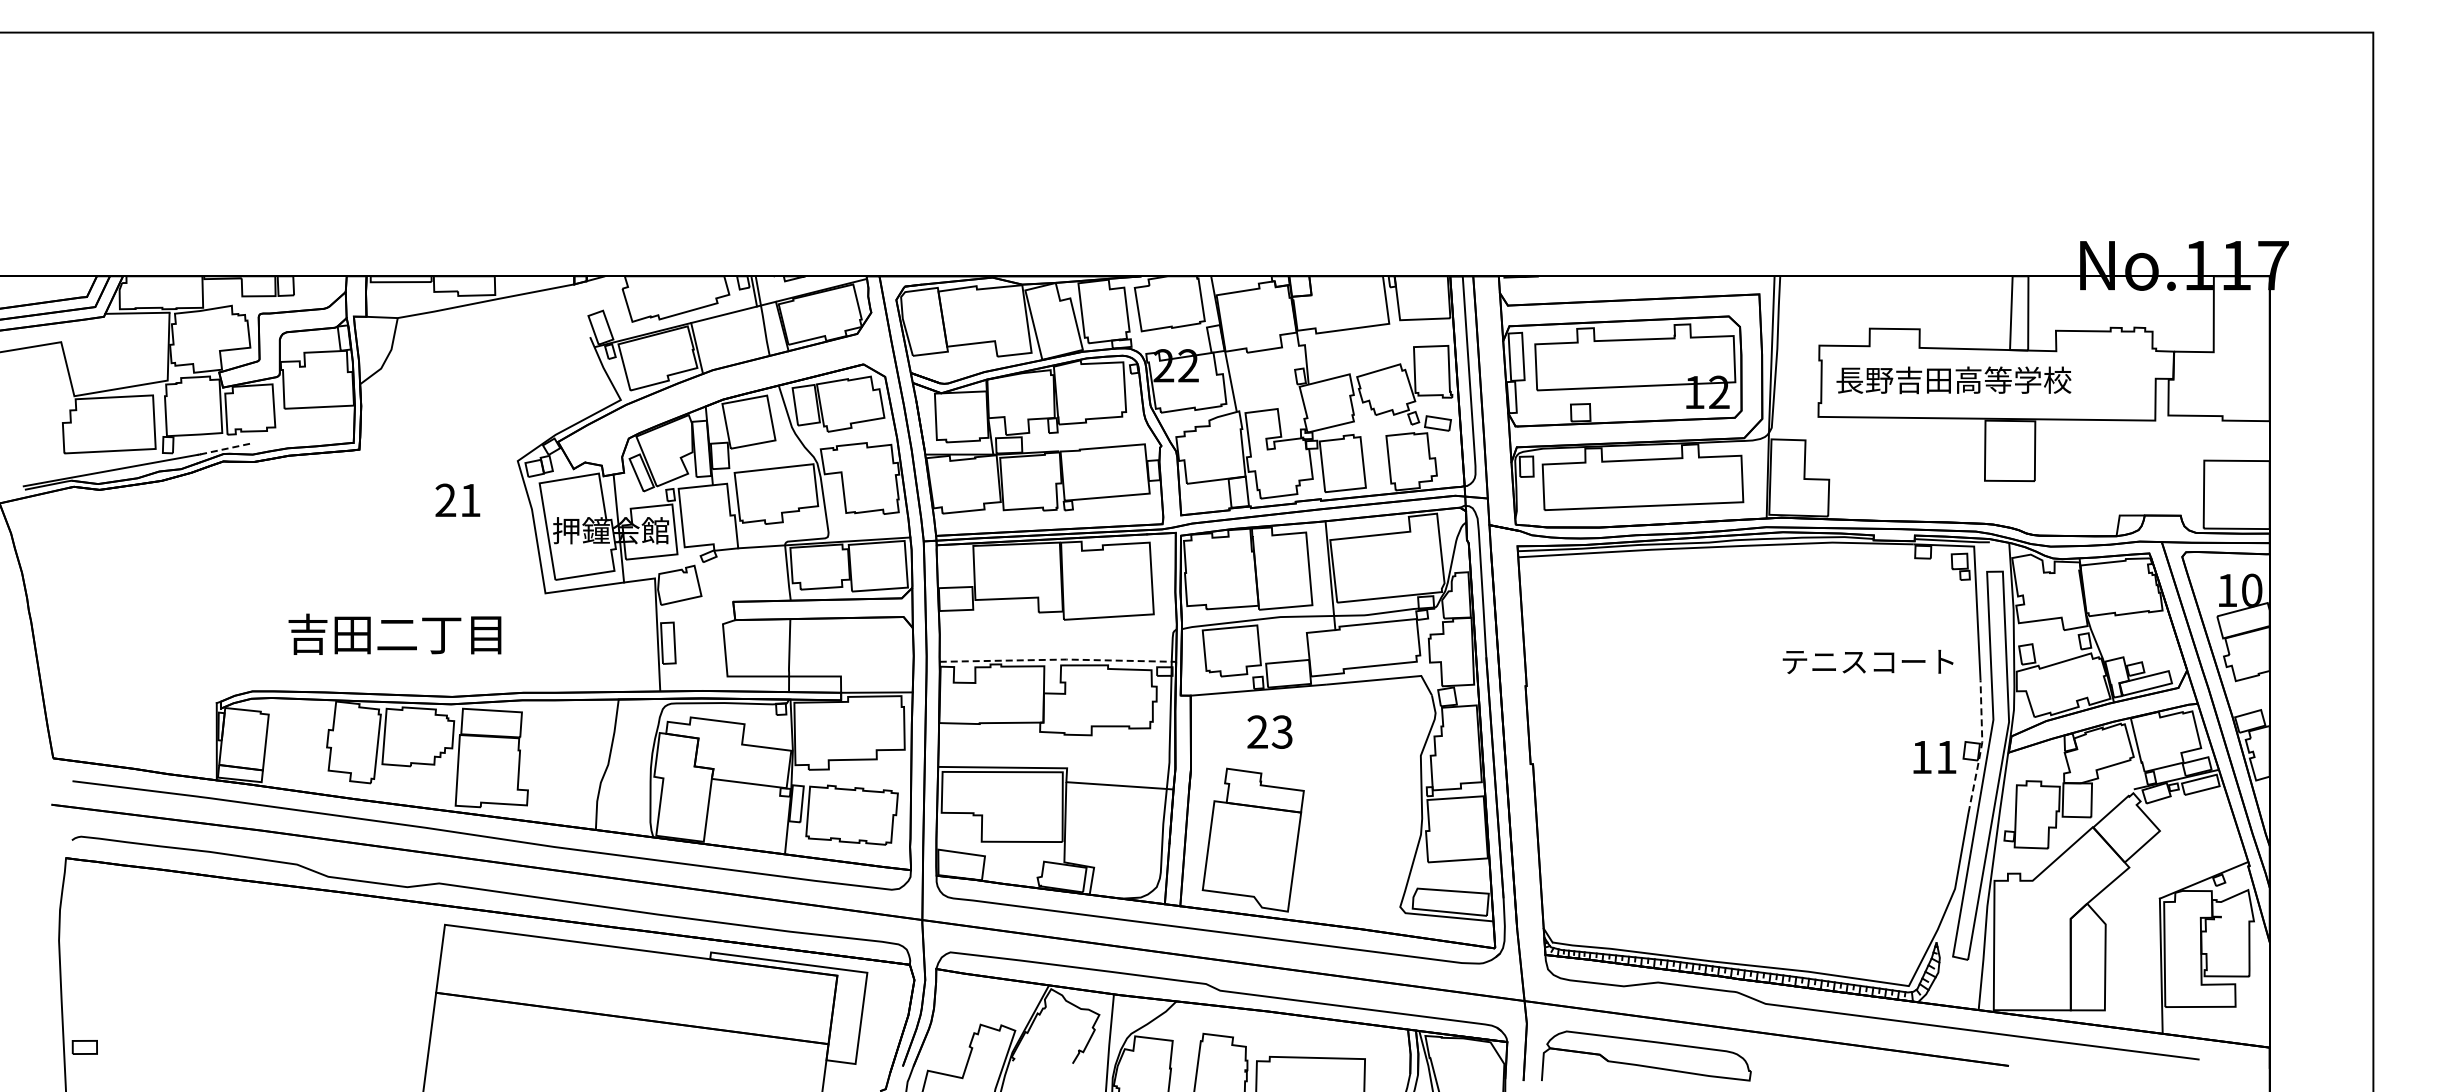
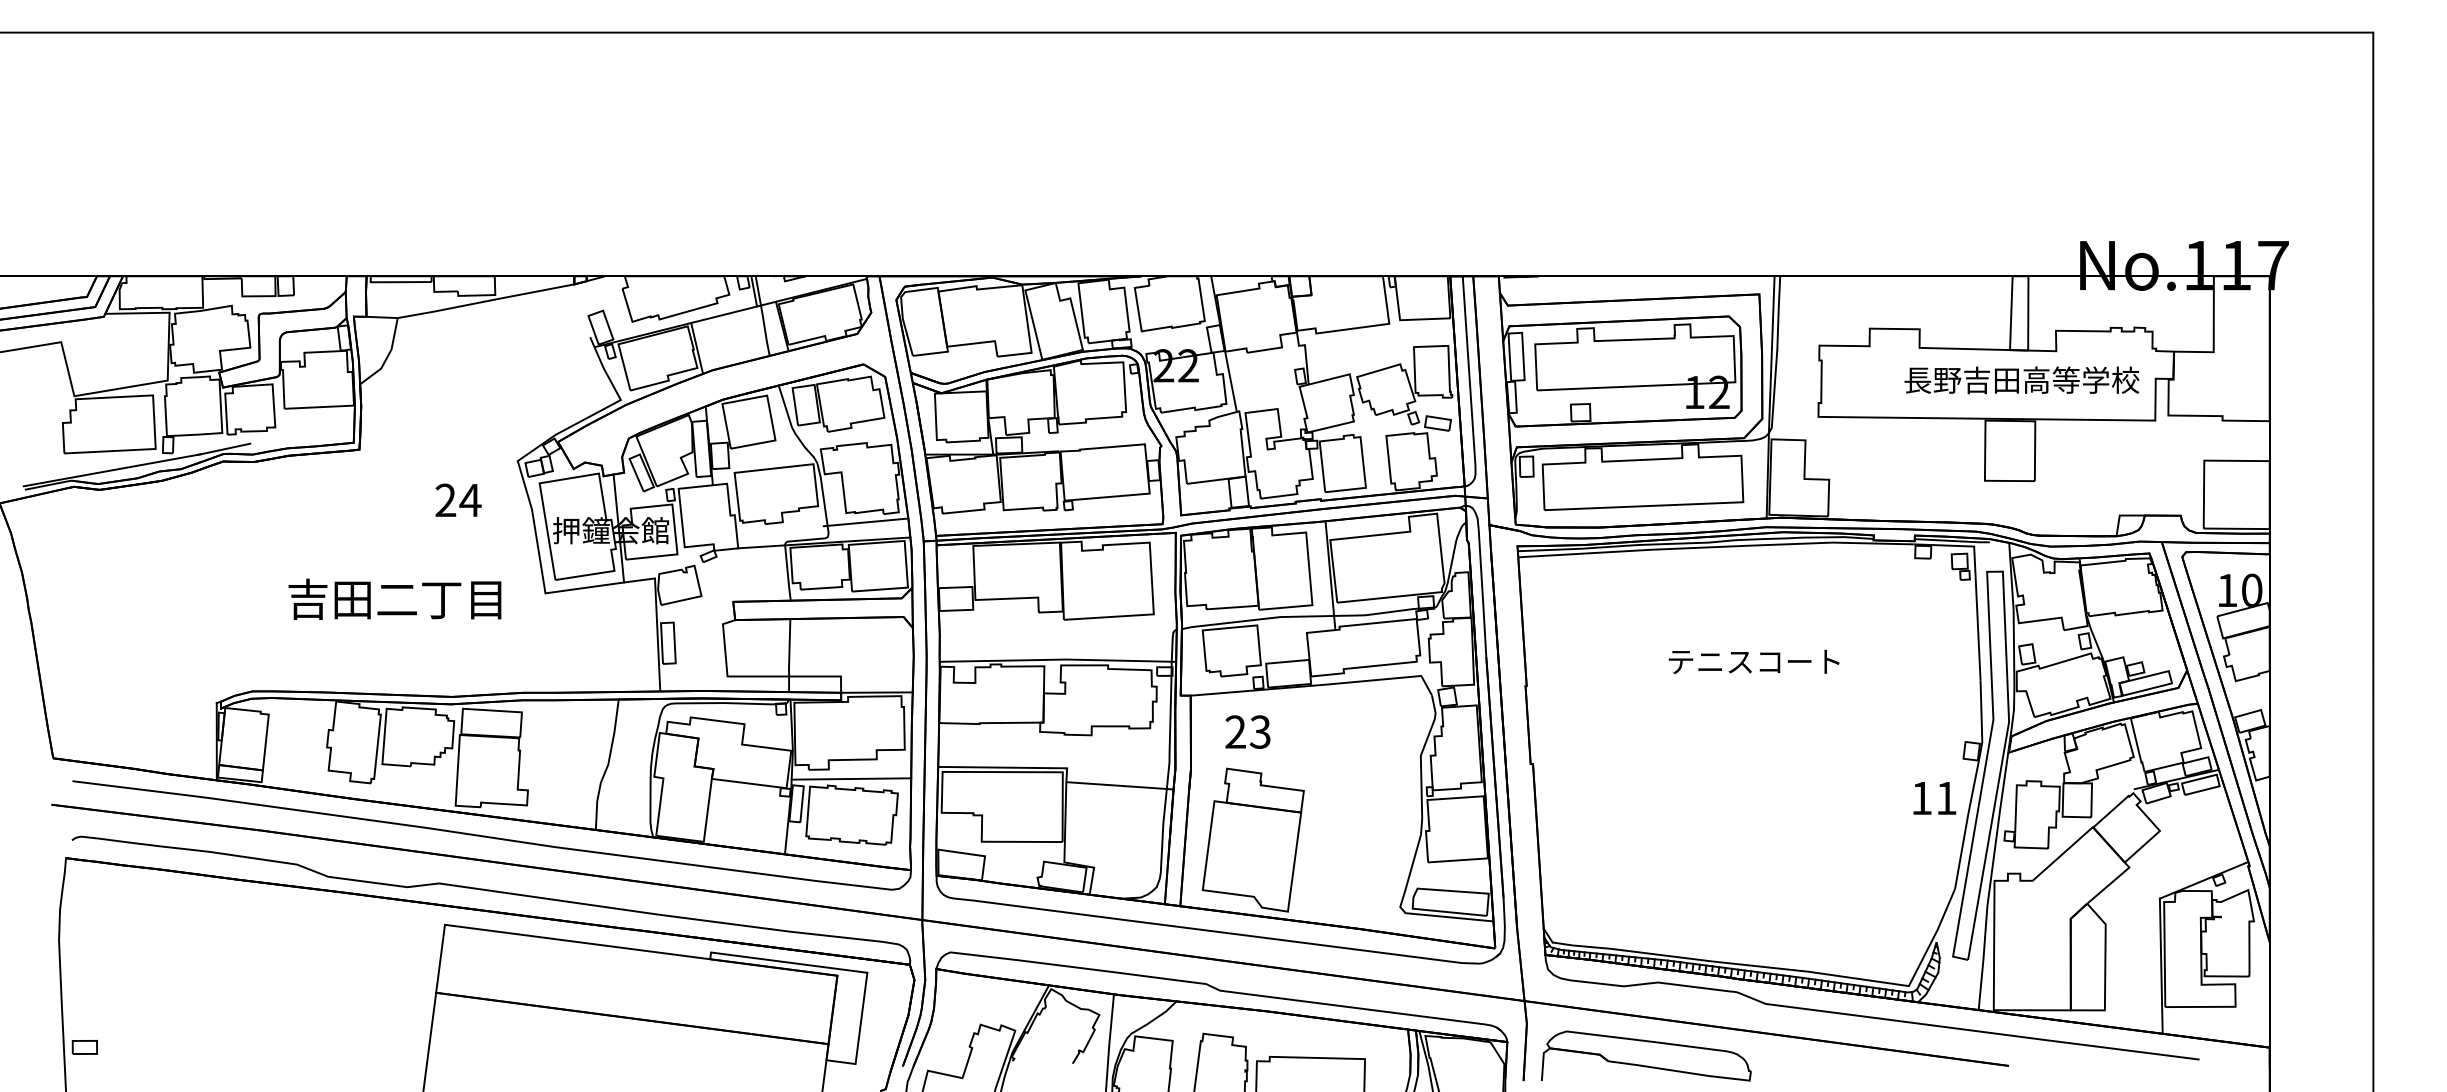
text at (1953, 380) position: (1953, 380) -> (2021, 380)
line at (225, 449): dashed -> solid
text at (470, 500): 21 -> 24
line at (865, 522): none -> present
text at (394, 633) position: (394, 633) -> (394, 598)
line at (1058, 659): dashed -> solid
text at (1867, 661) position: (1867, 661) -> (1753, 661)
text at (1269, 731) position: (1269, 731) -> (1247, 731)
line at (1981, 746): dashed -> solid
text at (1934, 757) position: (1934, 757) -> (1934, 798)
line at (851, 778): none -> present
